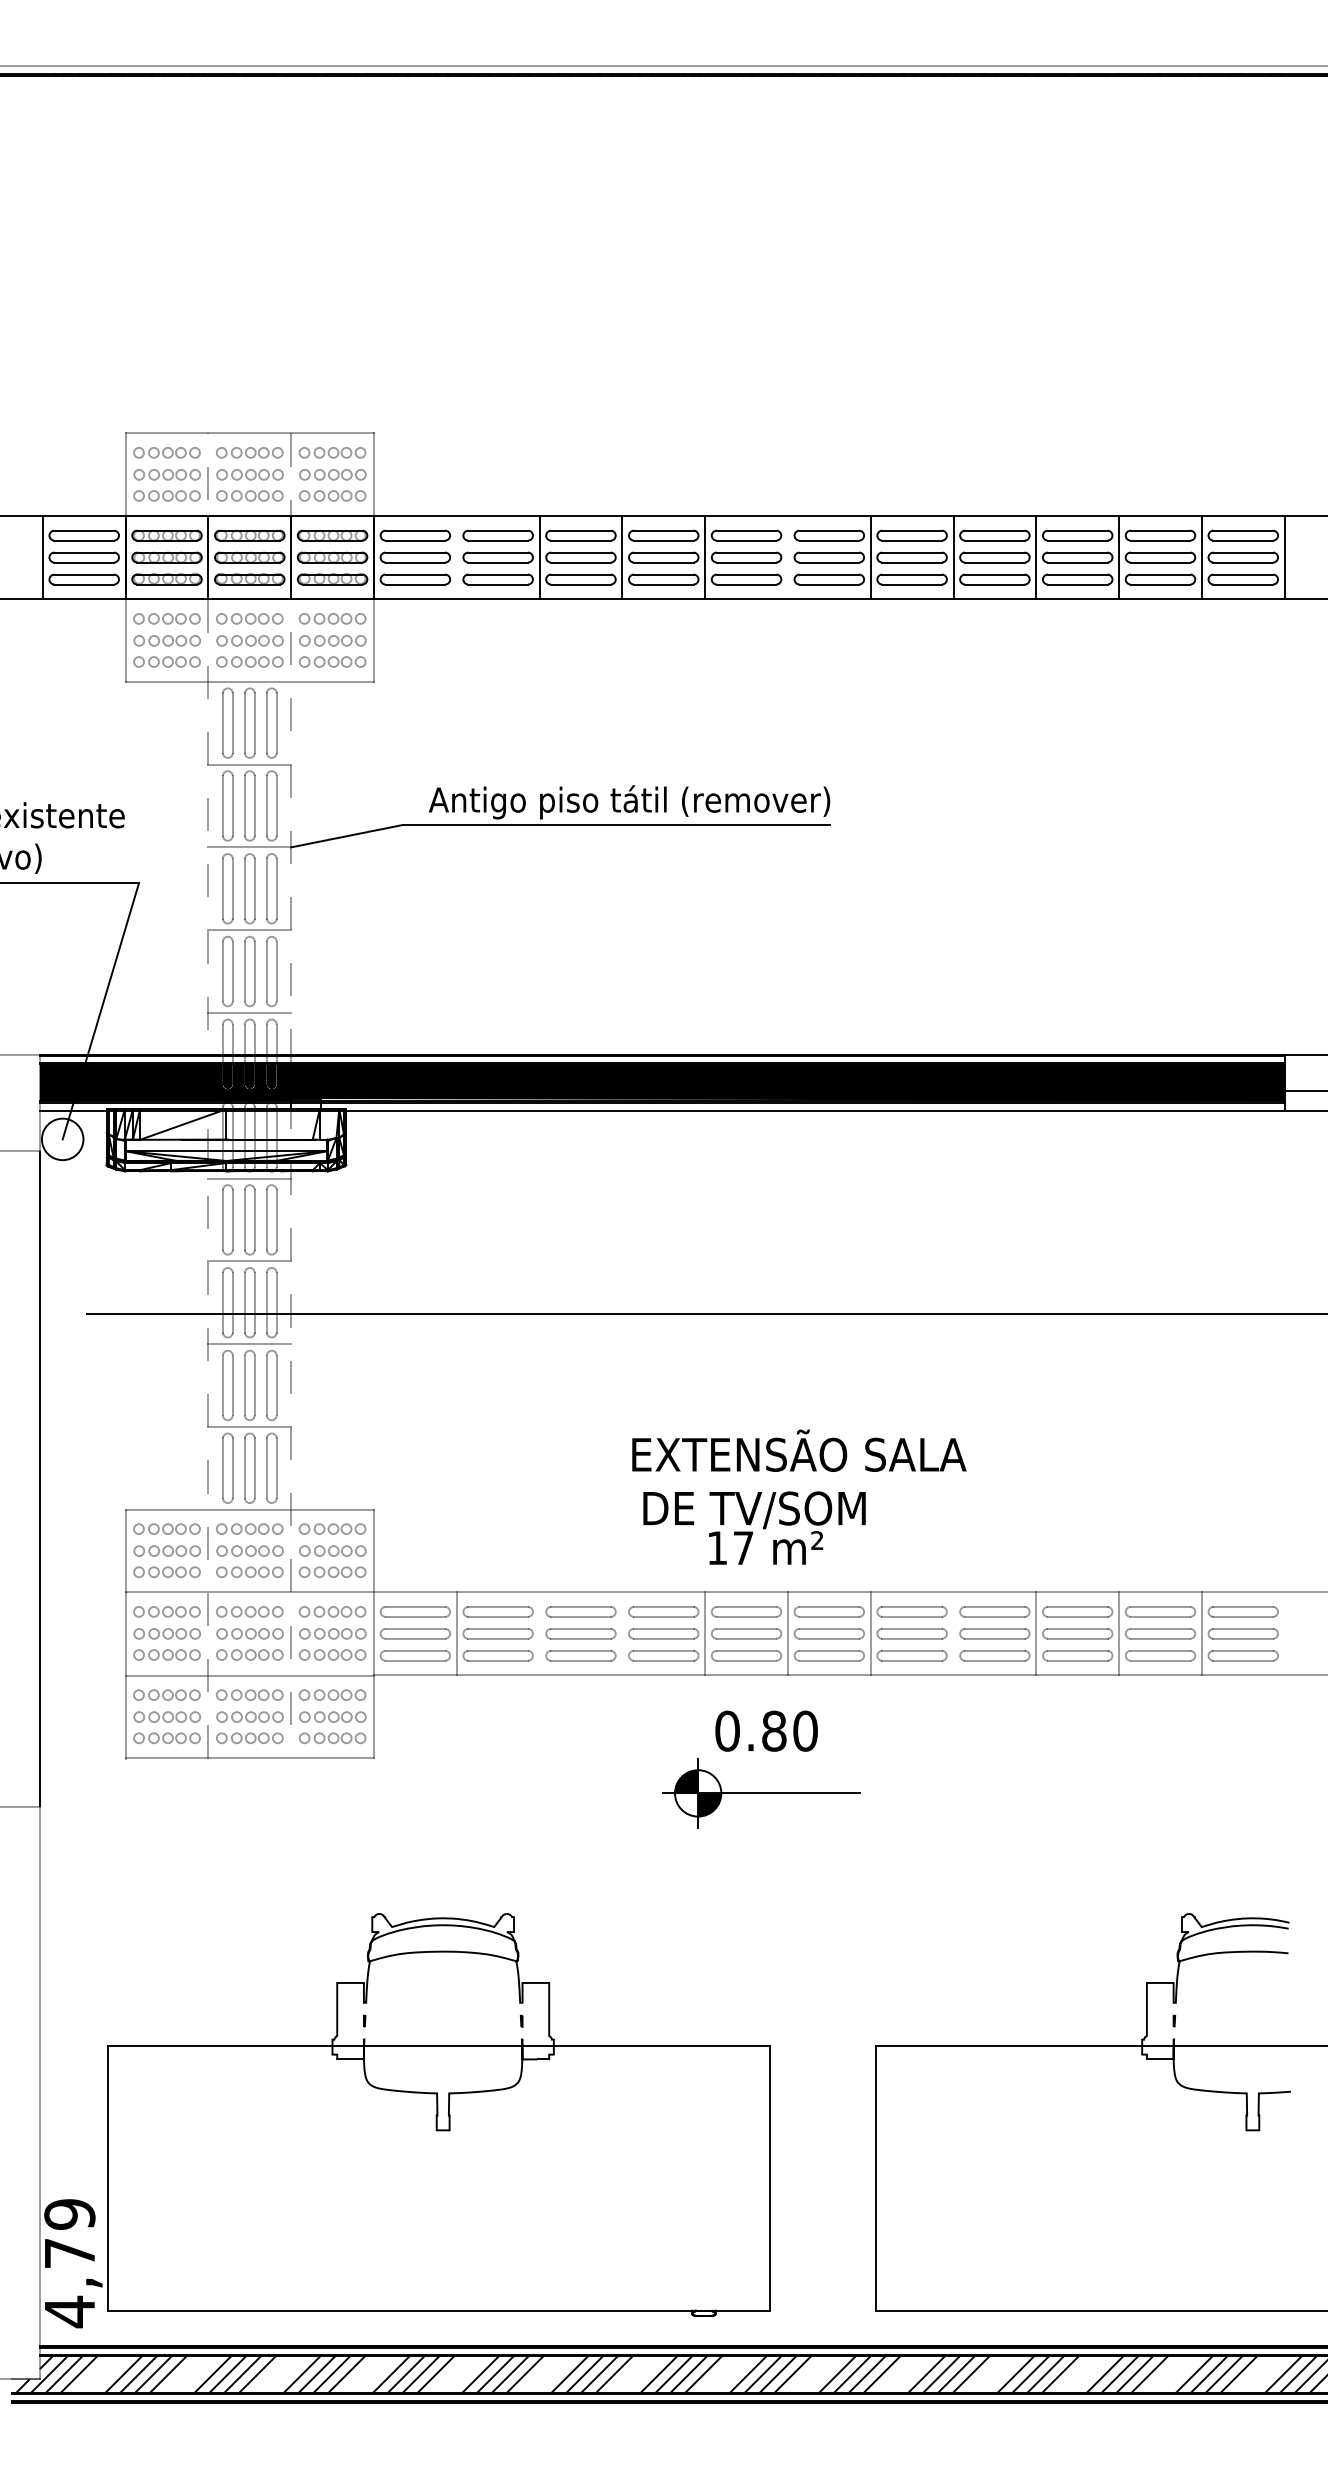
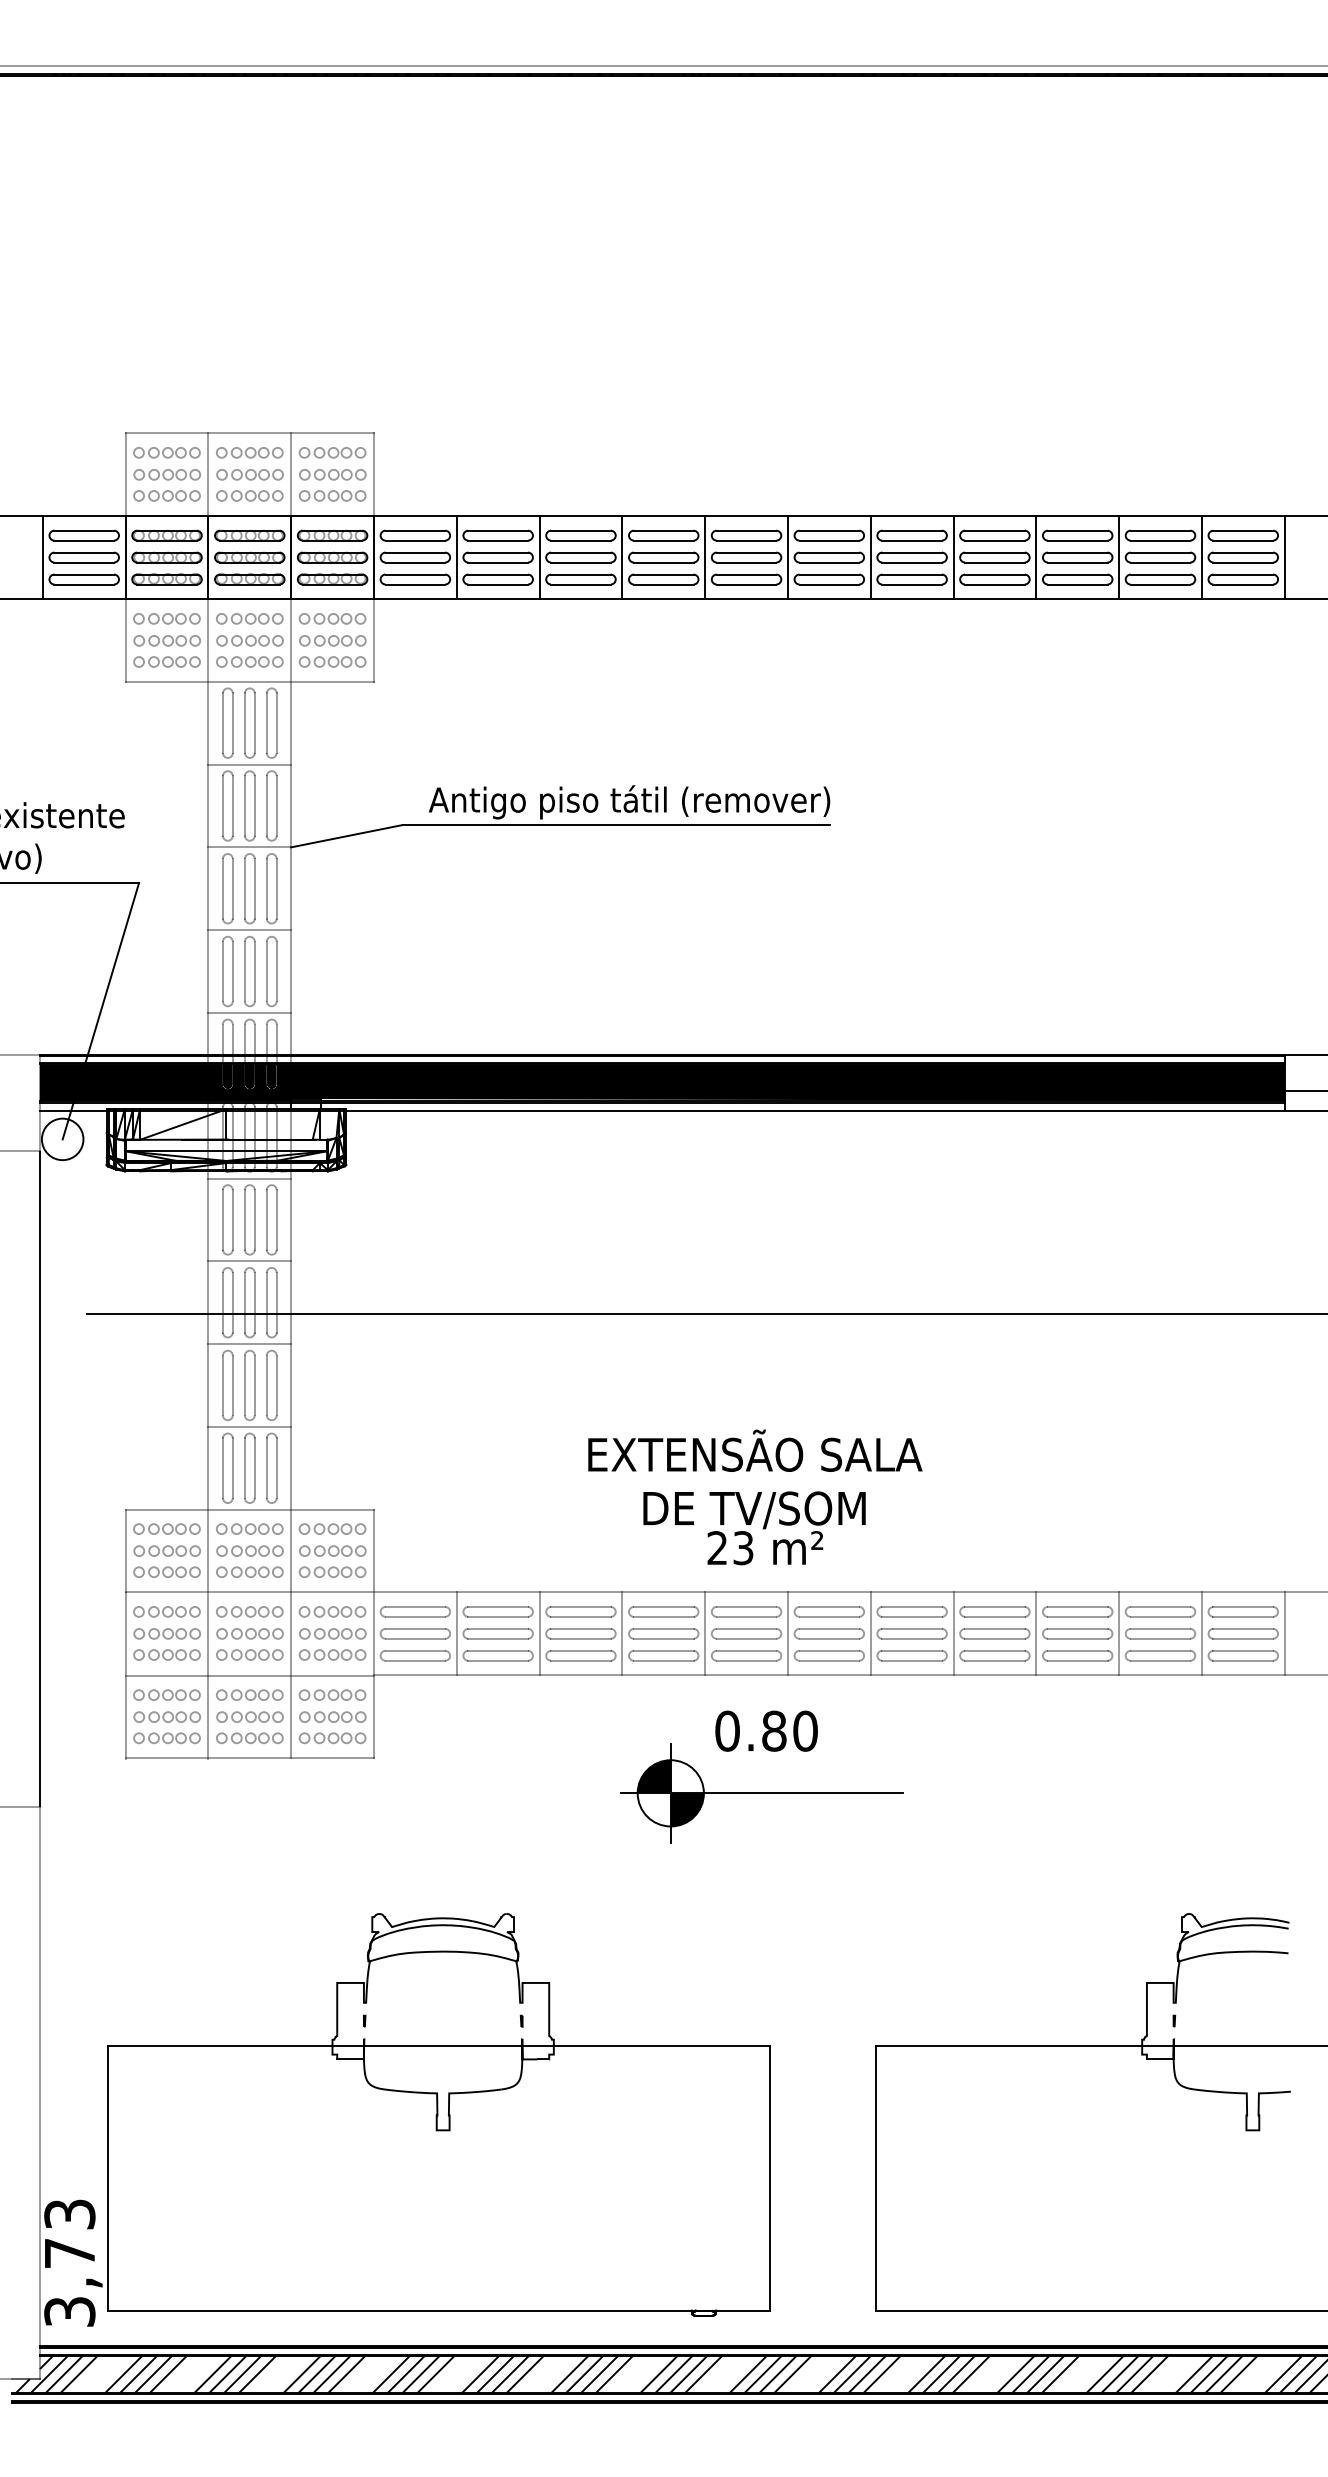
line at (456, 557): none -> present
line at (787, 557): none -> present
line at (208, 1095): dashed -> solid
line at (291, 1096): dashed -> solid
text at (799, 1450) position: (799, 1450) -> (755, 1450)
text at (730, 1548): 17 -> 23
line at (539, 1633): none -> present
line at (622, 1633): none -> present
line at (953, 1633): none -> present
line at (1284, 1633): none -> present
part at (761, 1793) size: 199x71 px -> 284x101 px
text at (69, 2263): 4,79 -> 3,73
